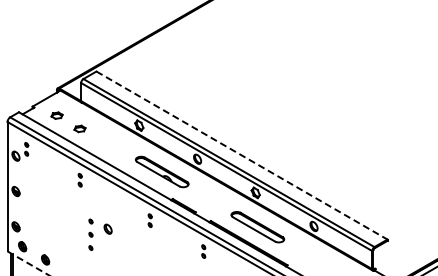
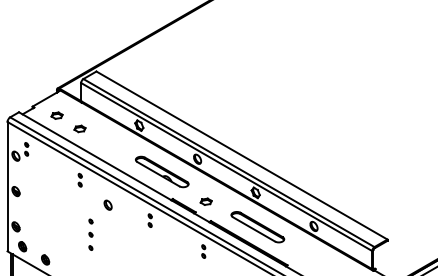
line at (242, 155): dashed -> solid
part at (205, 201): none -> present
part at (107, 228) position: (107, 228) -> (107, 204)
line at (28, 263): dashed -> solid
